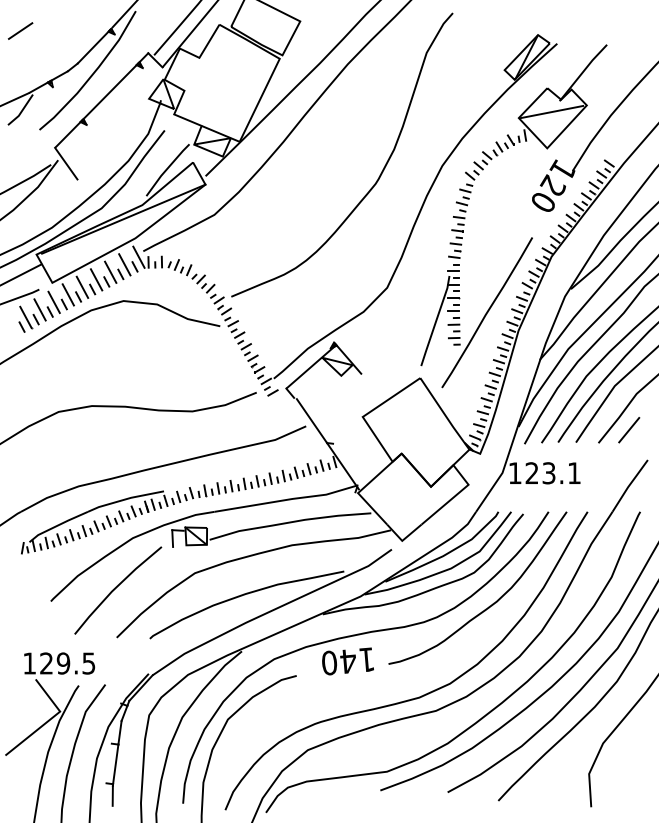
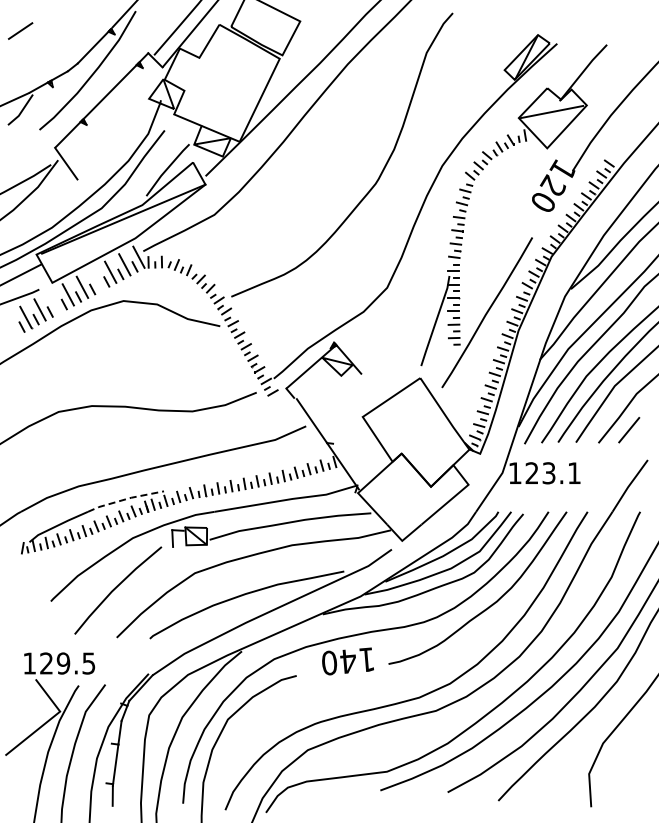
line at (96, 279): present -> none
line at (53, 302): present -> none
line at (125, 499): solid -> dashed
